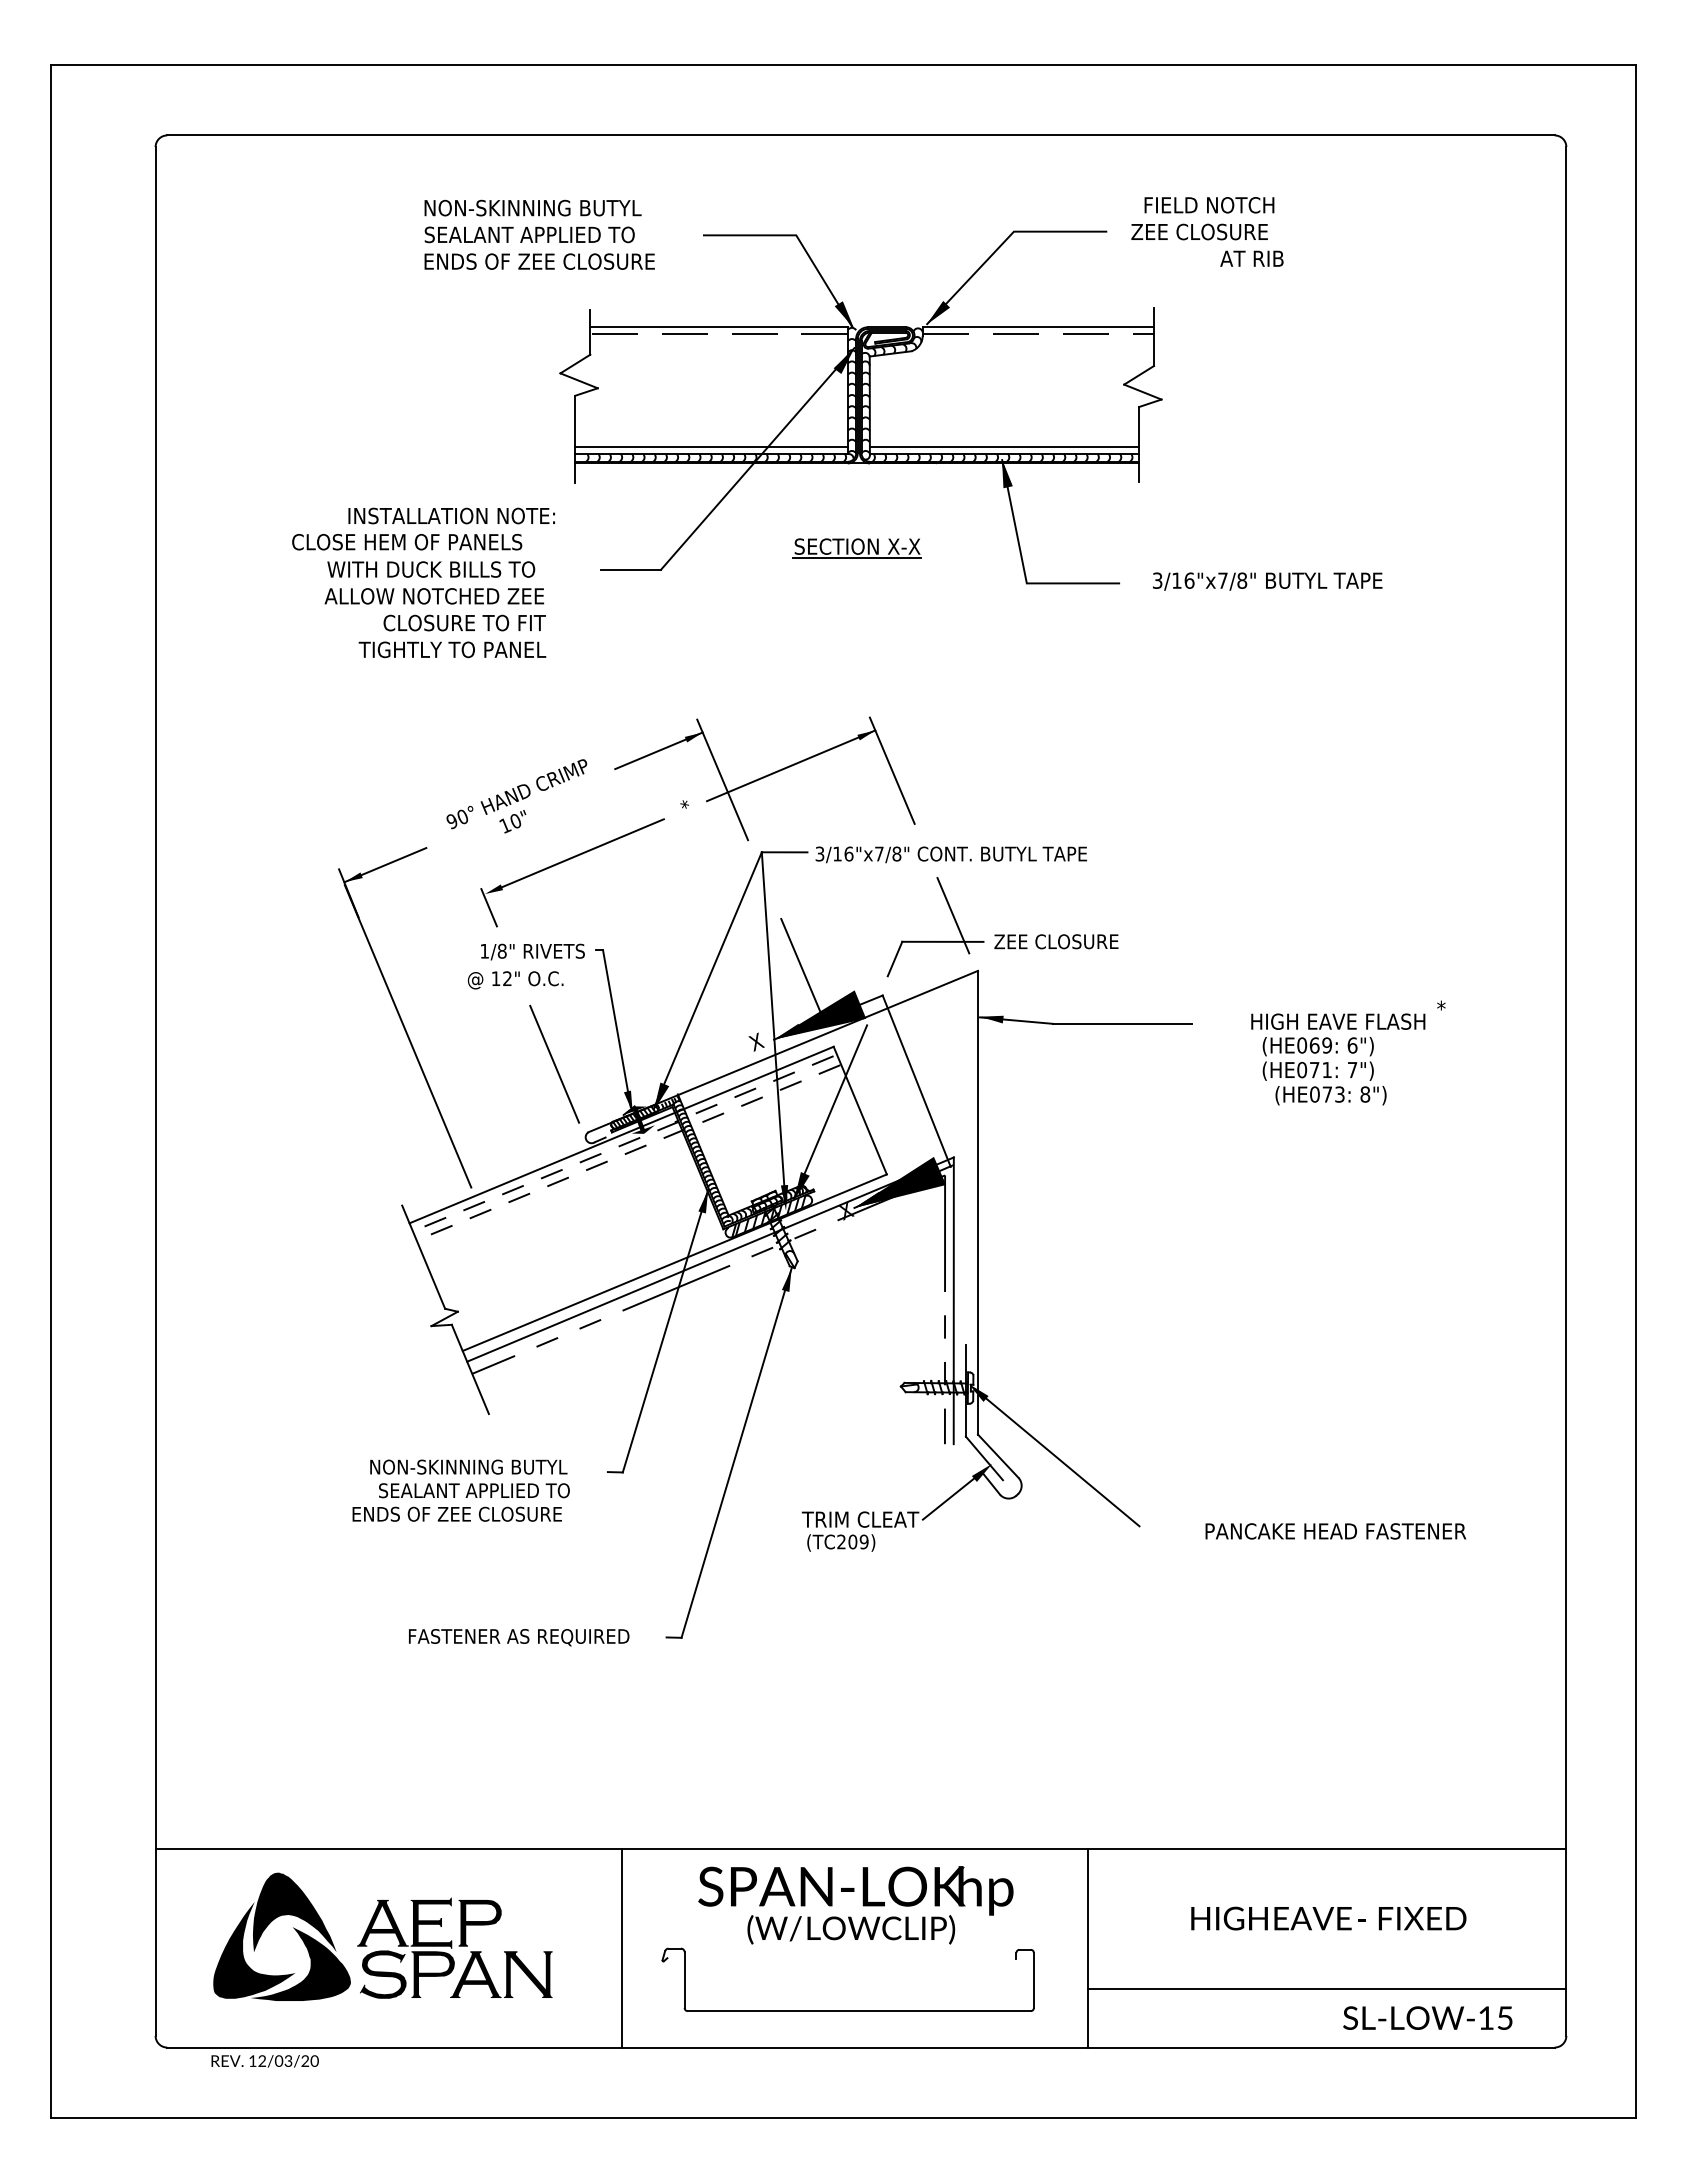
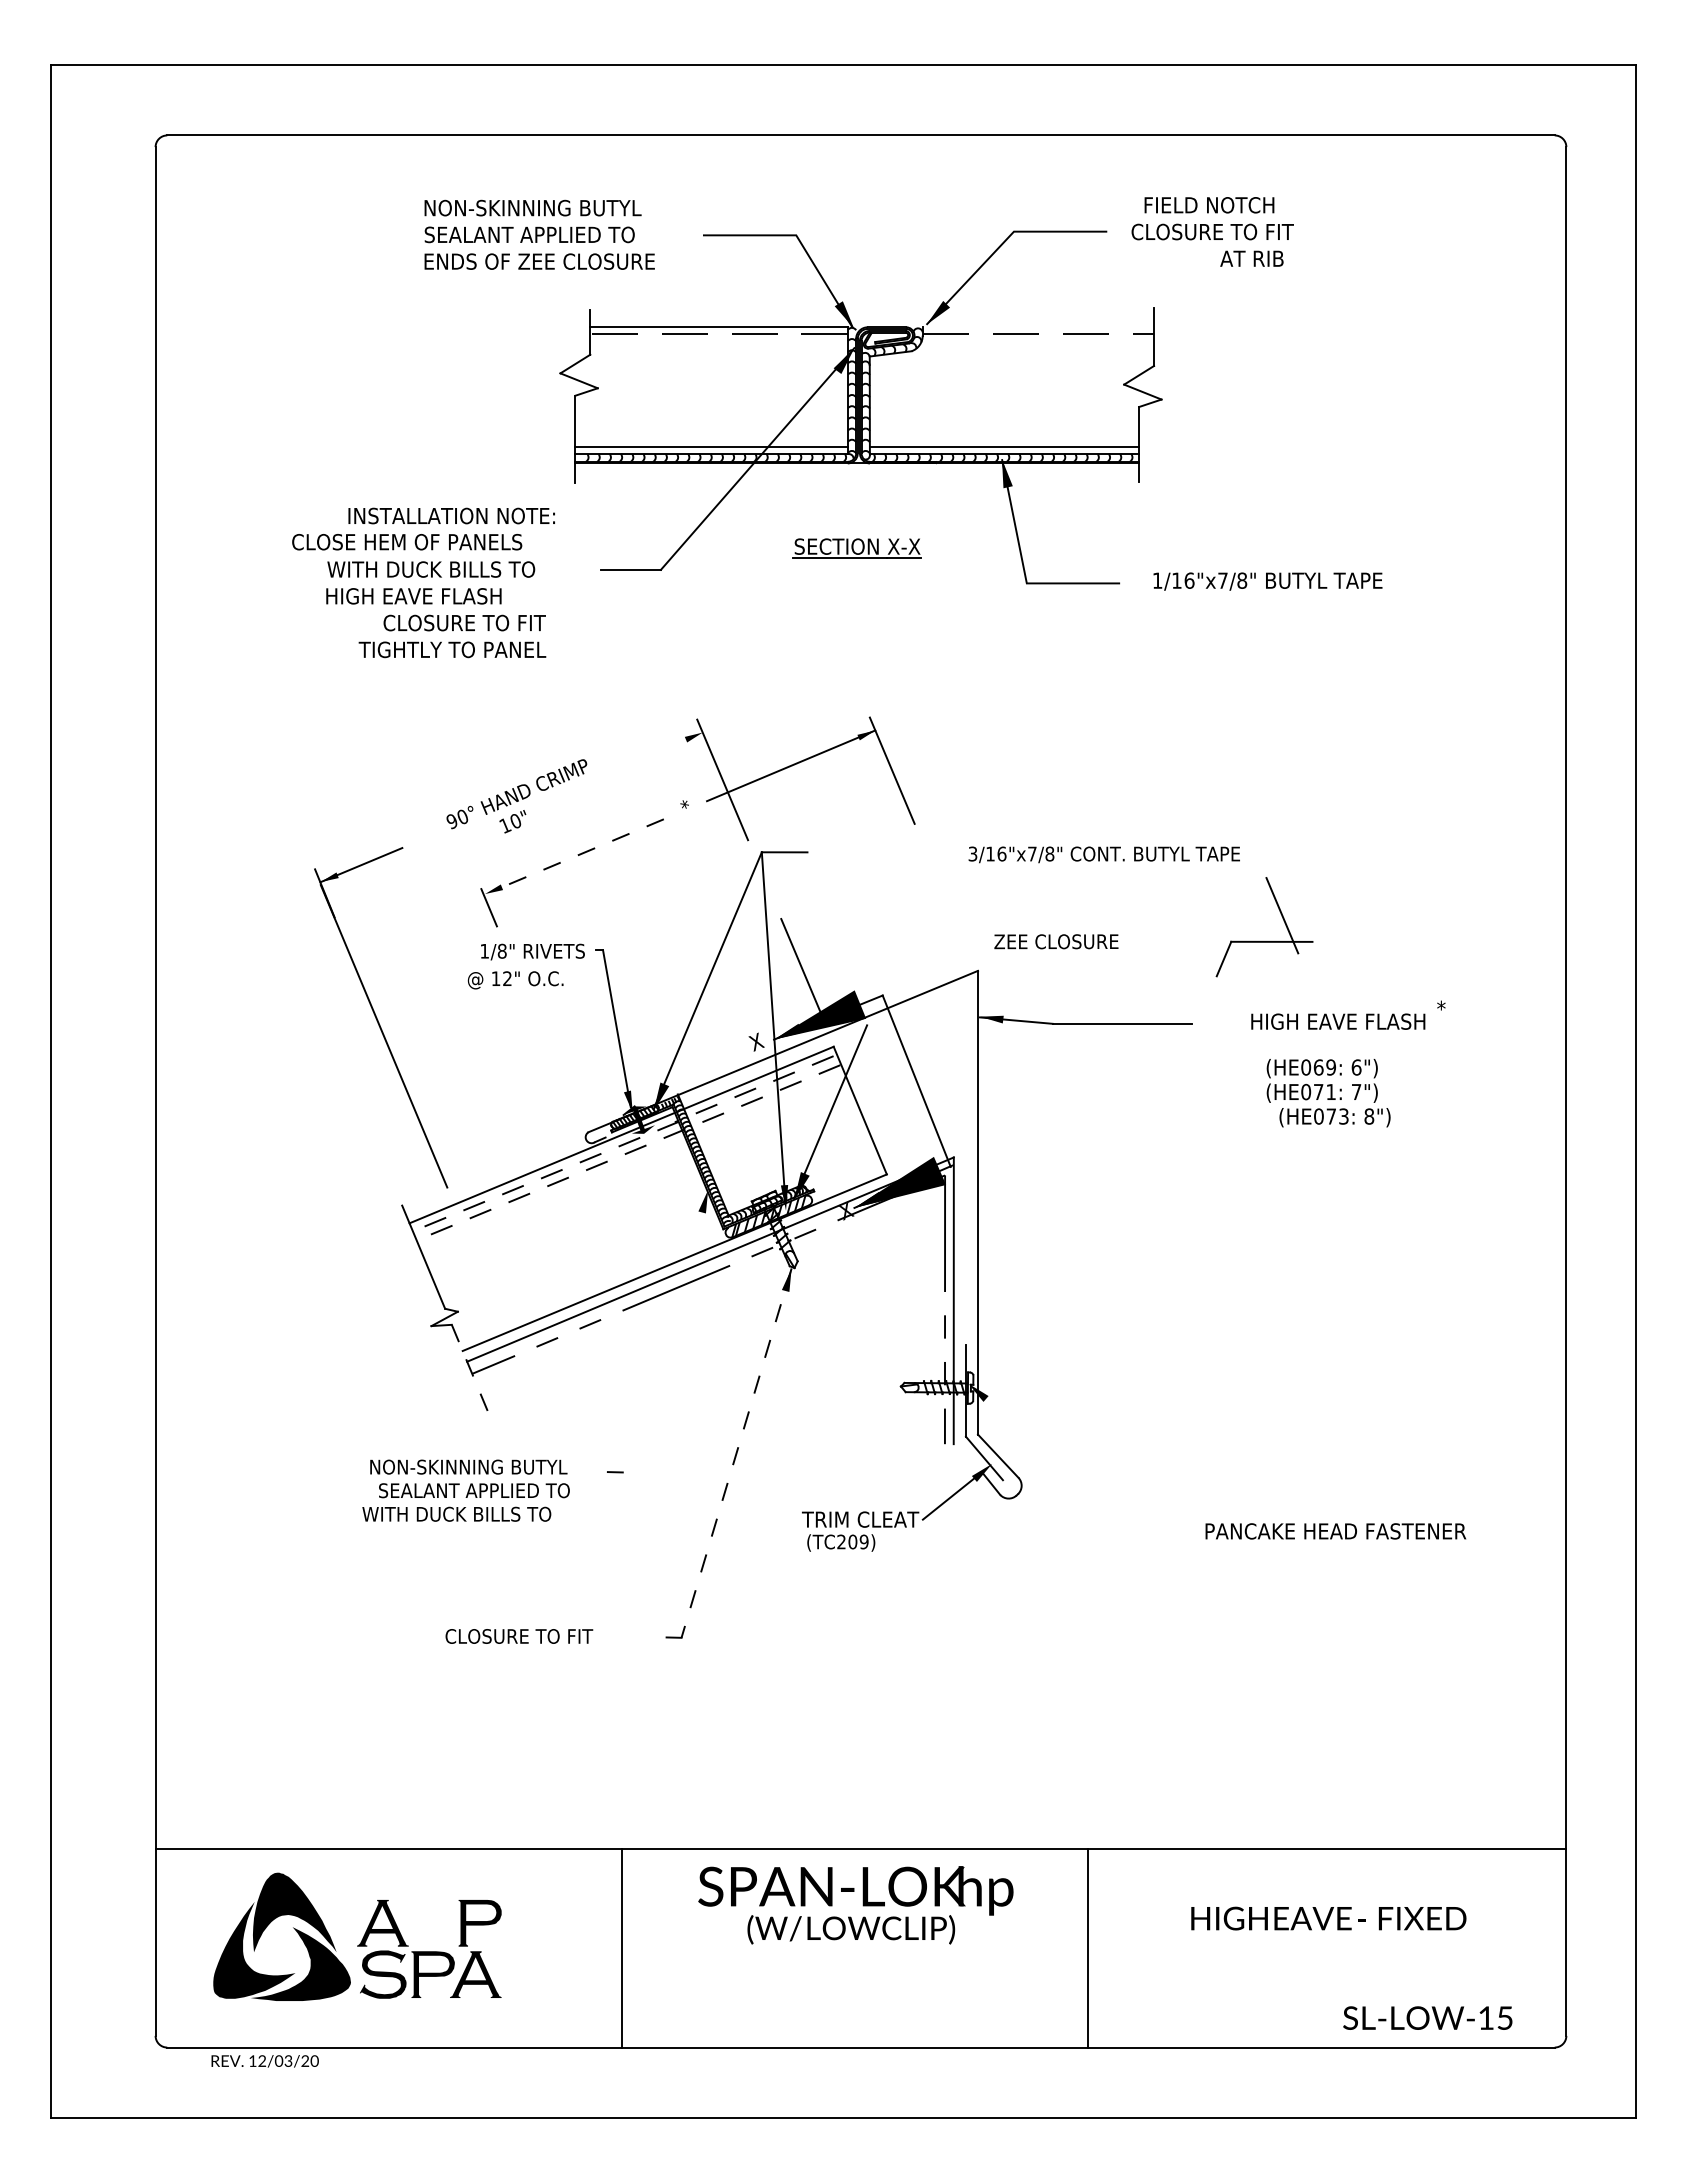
text at (1212, 231): ZEE CLOSURE -> CLOSURE TO FIT
line at (1038, 327): present -> none
text at (1157, 580): 3/16"x7/8" -> 1/16"x7/8"
text at (434, 596): ALLOW NOTCHED ZEE -> HIGH EAVE FLASH
line at (658, 750): present -> none
line at (582, 853): solid -> dashed
text at (950, 854) position: (950, 854) -> (1103, 854)
part at (934, 940) position: (934, 940) -> (1263, 940)
part at (405, 1017) position: (405, 1017) -> (381, 1017)
line at (554, 1063): present -> none
text at (1324, 1071) position: (1324, 1071) -> (1328, 1093)
line at (665, 1330): present -> none
line at (470, 1369): solid -> dashed
line at (736, 1453): solid -> dashed
line at (1061, 1461): present -> none
text at (456, 1513): ENDS OF ZEE CLOSURE -> WITH DUCK BILLS TO
text at (519, 1637): FASTENER AS REQUIRED -> CLOSURE TO FIT
fill at (431, 1922): present -> none
fill at (527, 1974): present -> none
line at (1327, 1989): present -> none
part at (847, 2010): present -> none
